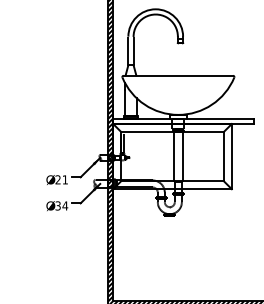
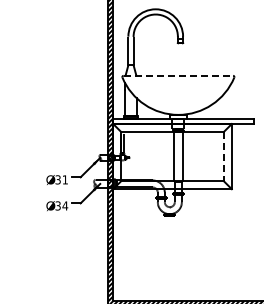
line at (178, 75): solid -> dashed
line at (224, 156): solid -> dashed
text at (57, 179): 21 -> 31
